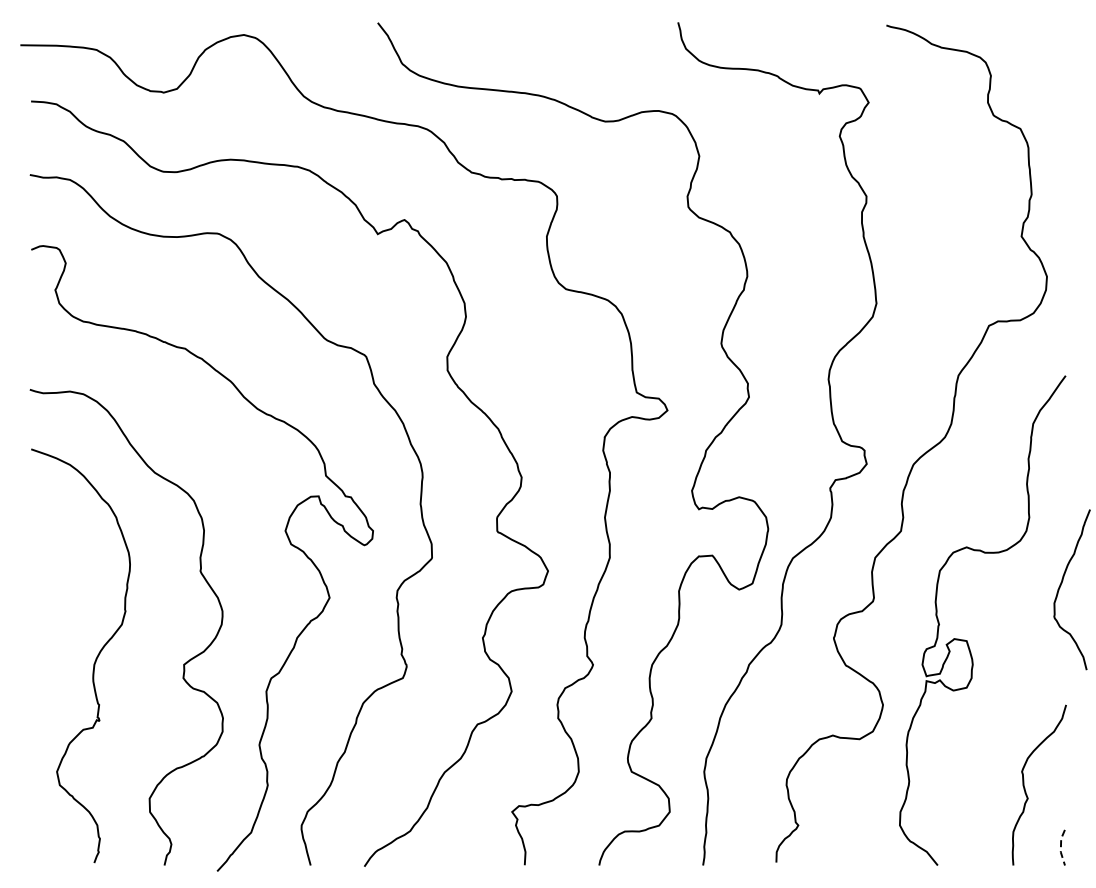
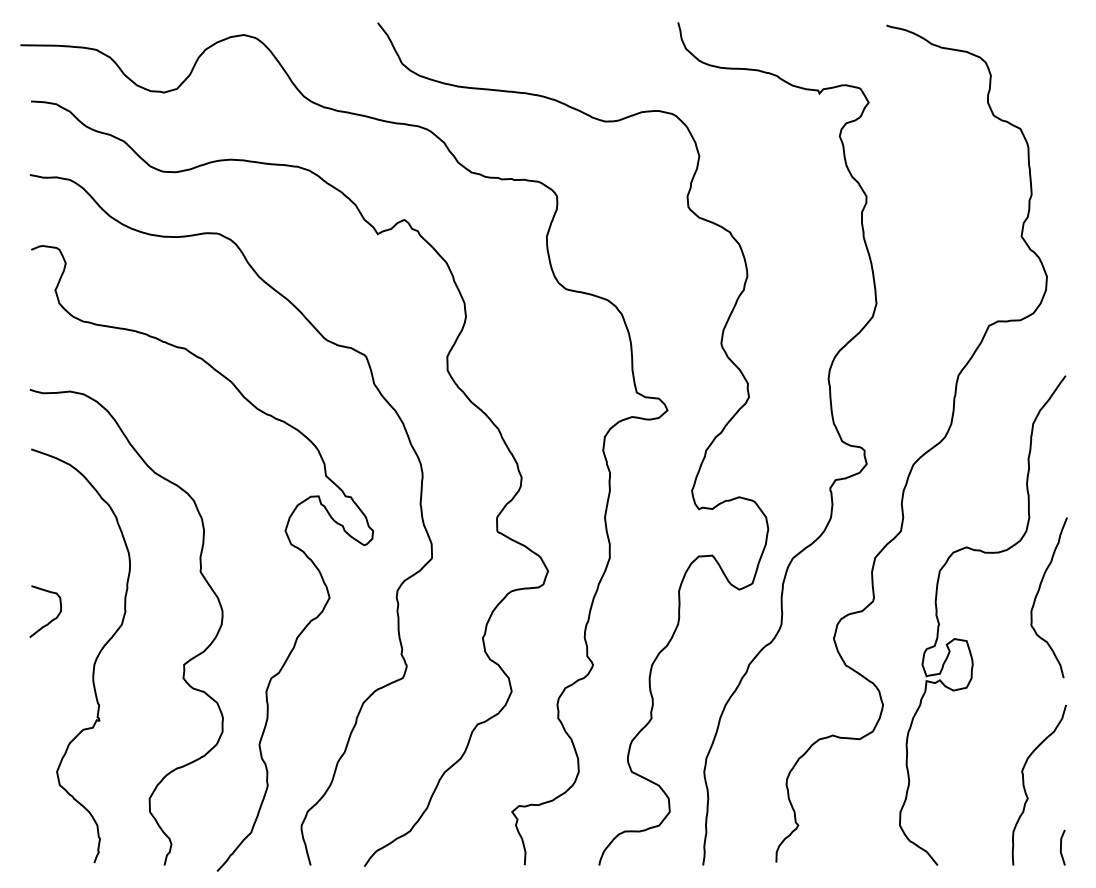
curve at (1061, 585) position: (1061, 585) -> (1038, 593)
curve at (50, 620): none -> present
line at (1060, 848): dashed -> solid
